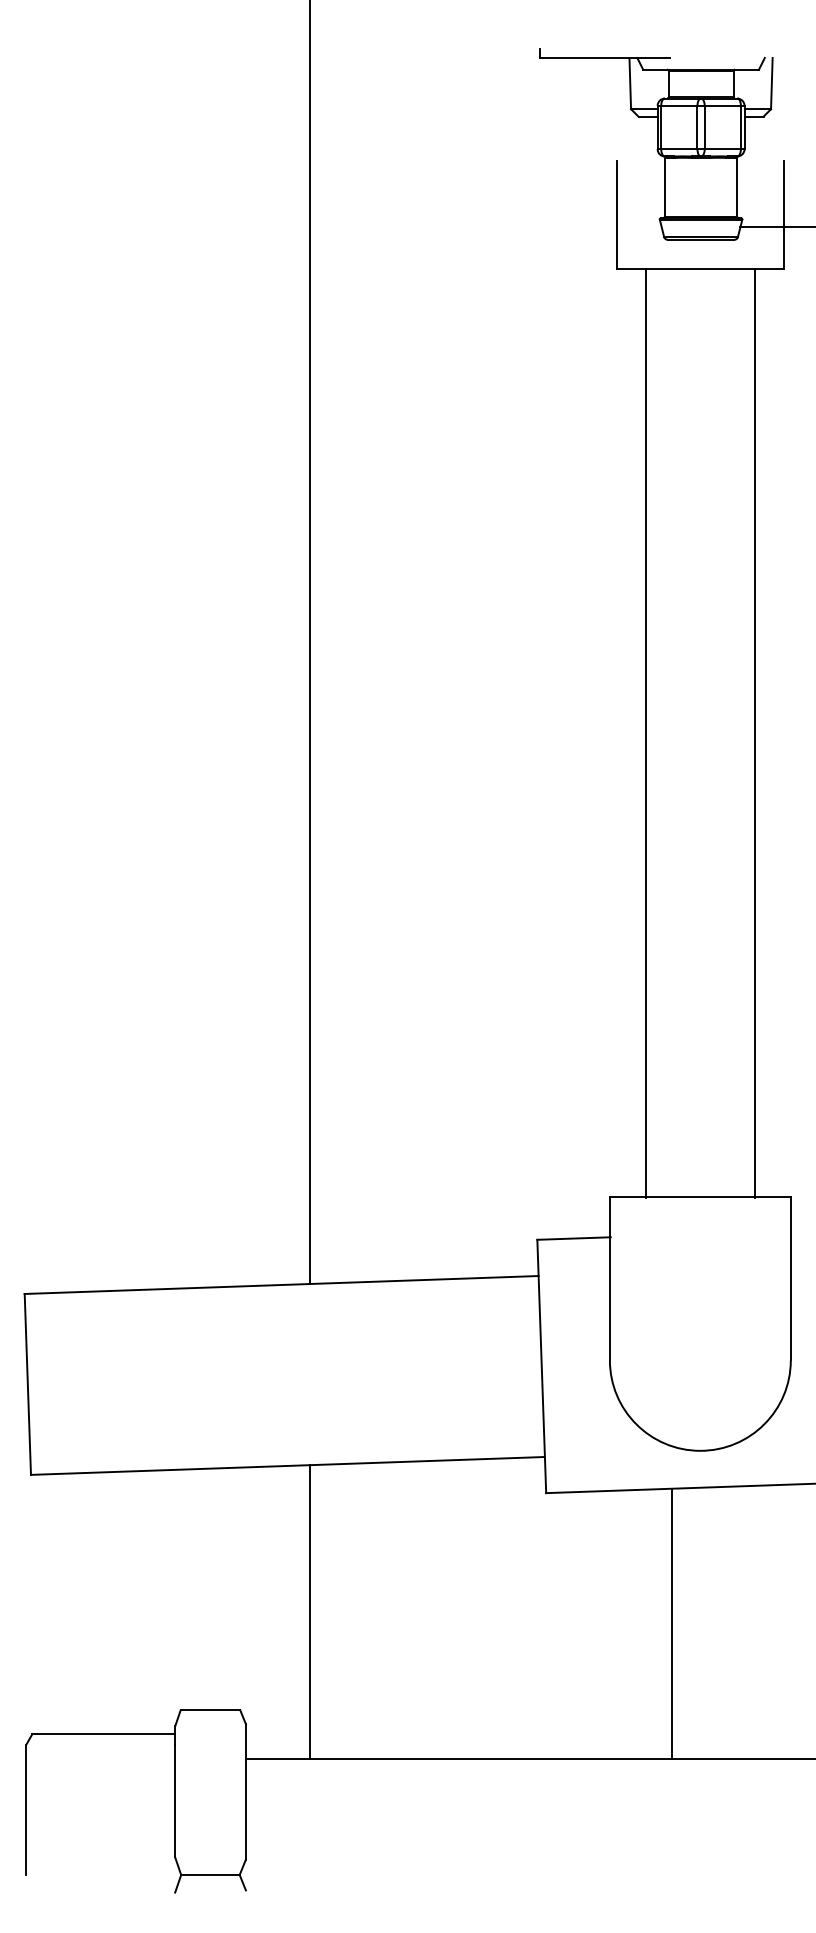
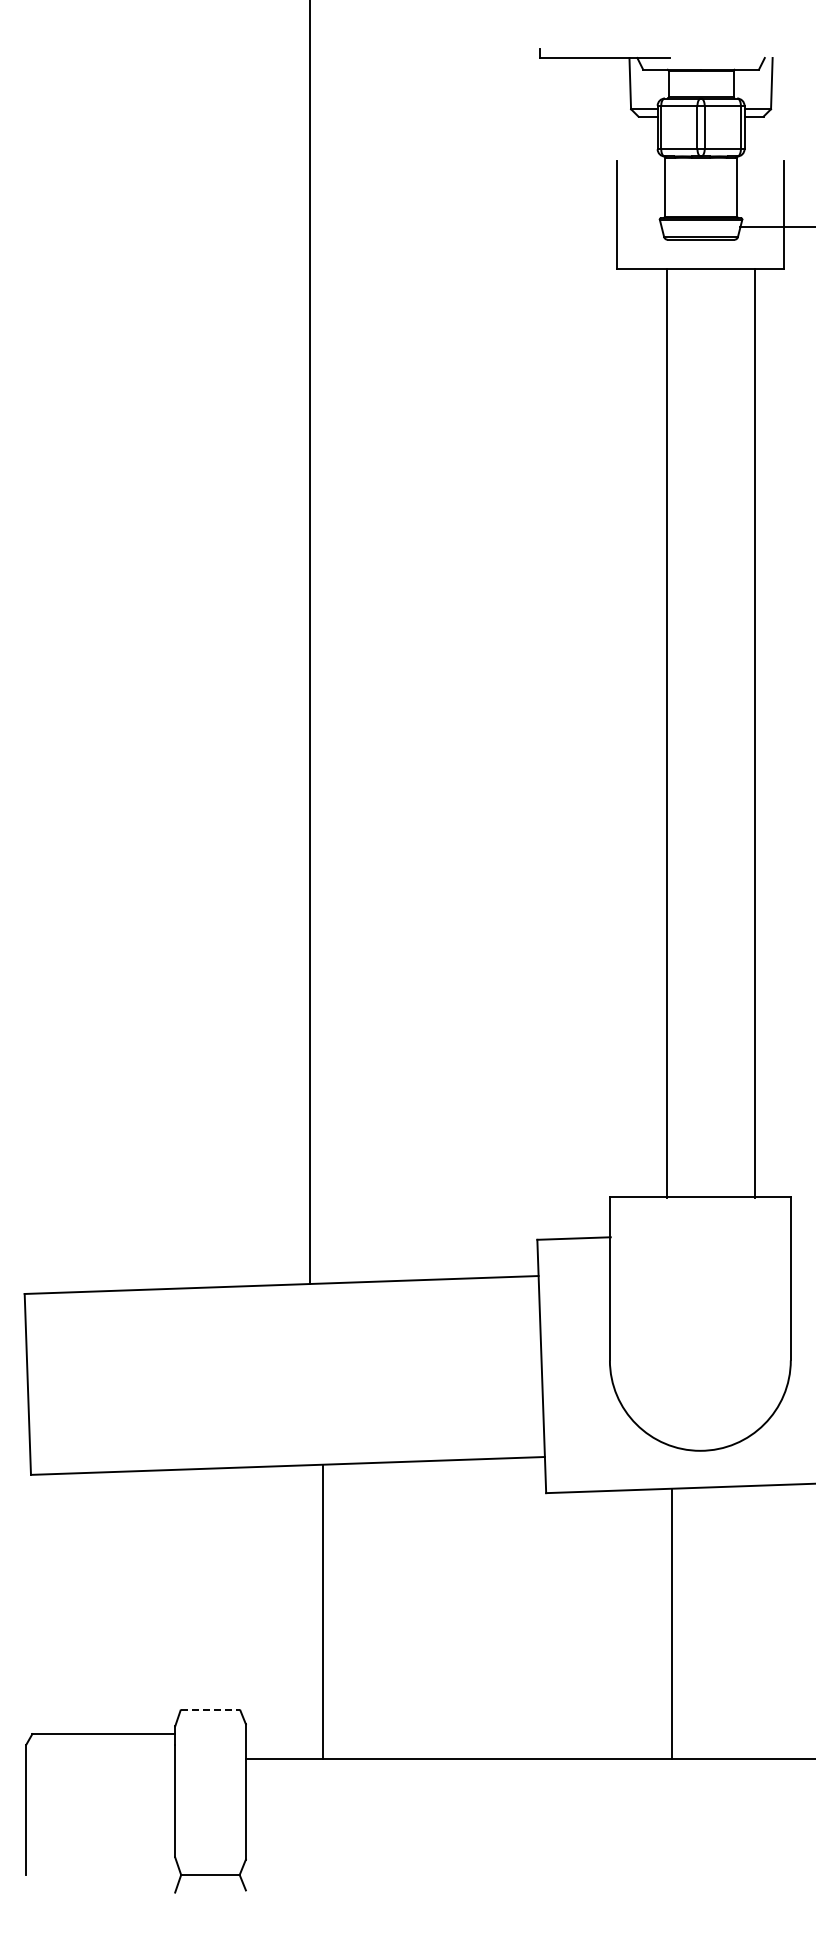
line at (646, 733) position: (646, 733) -> (667, 733)
line at (310, 1612) position: (310, 1612) -> (323, 1612)
line at (210, 1710): solid -> dashed
